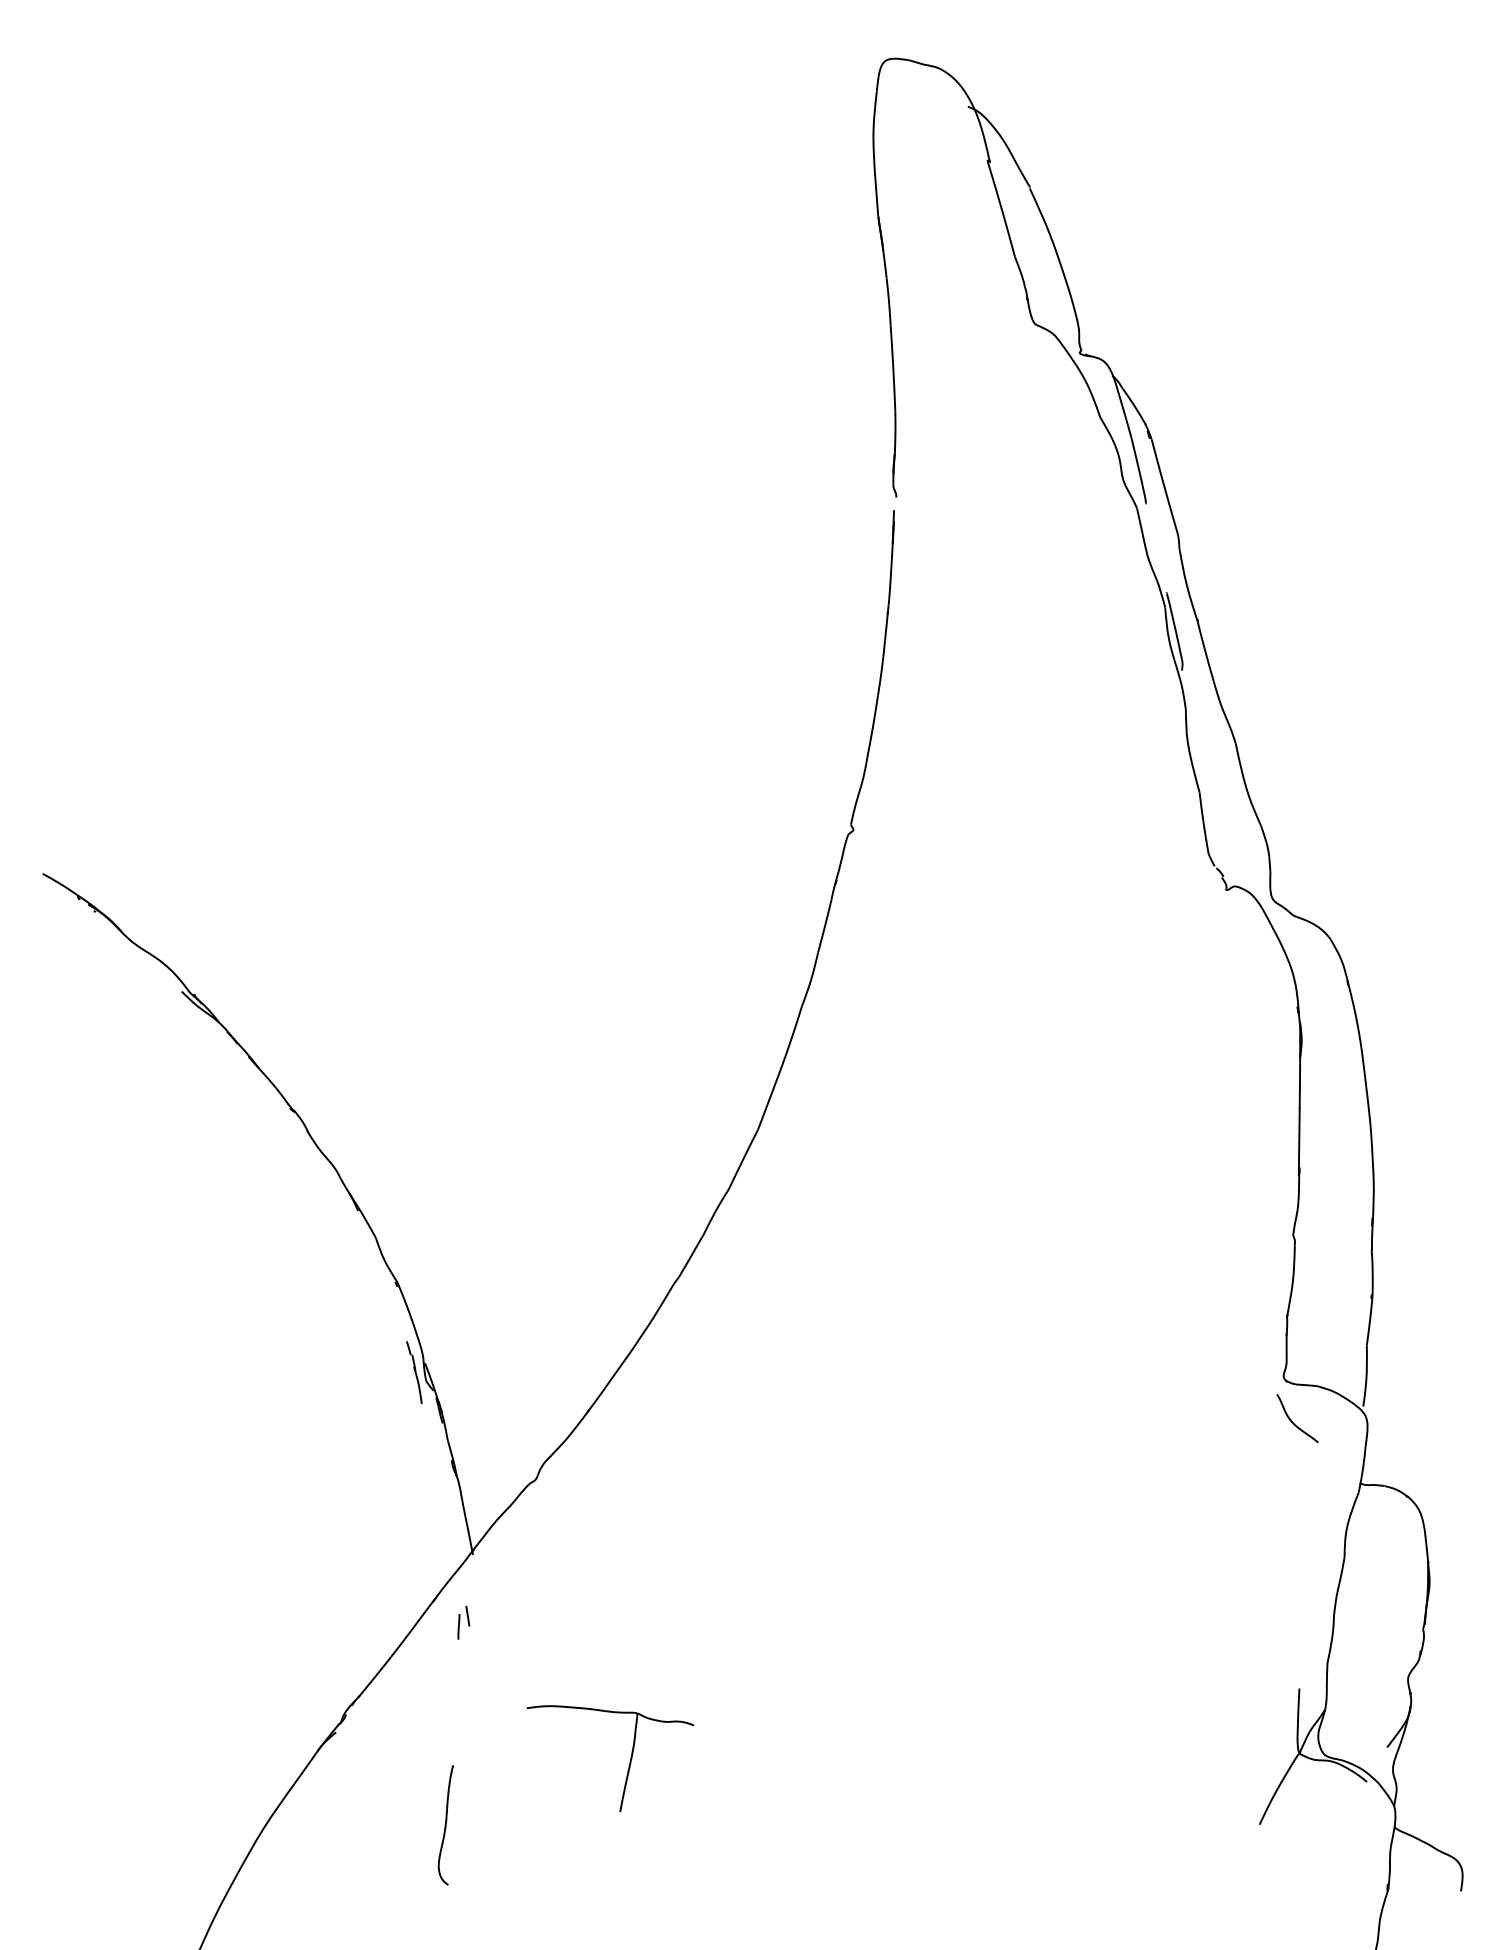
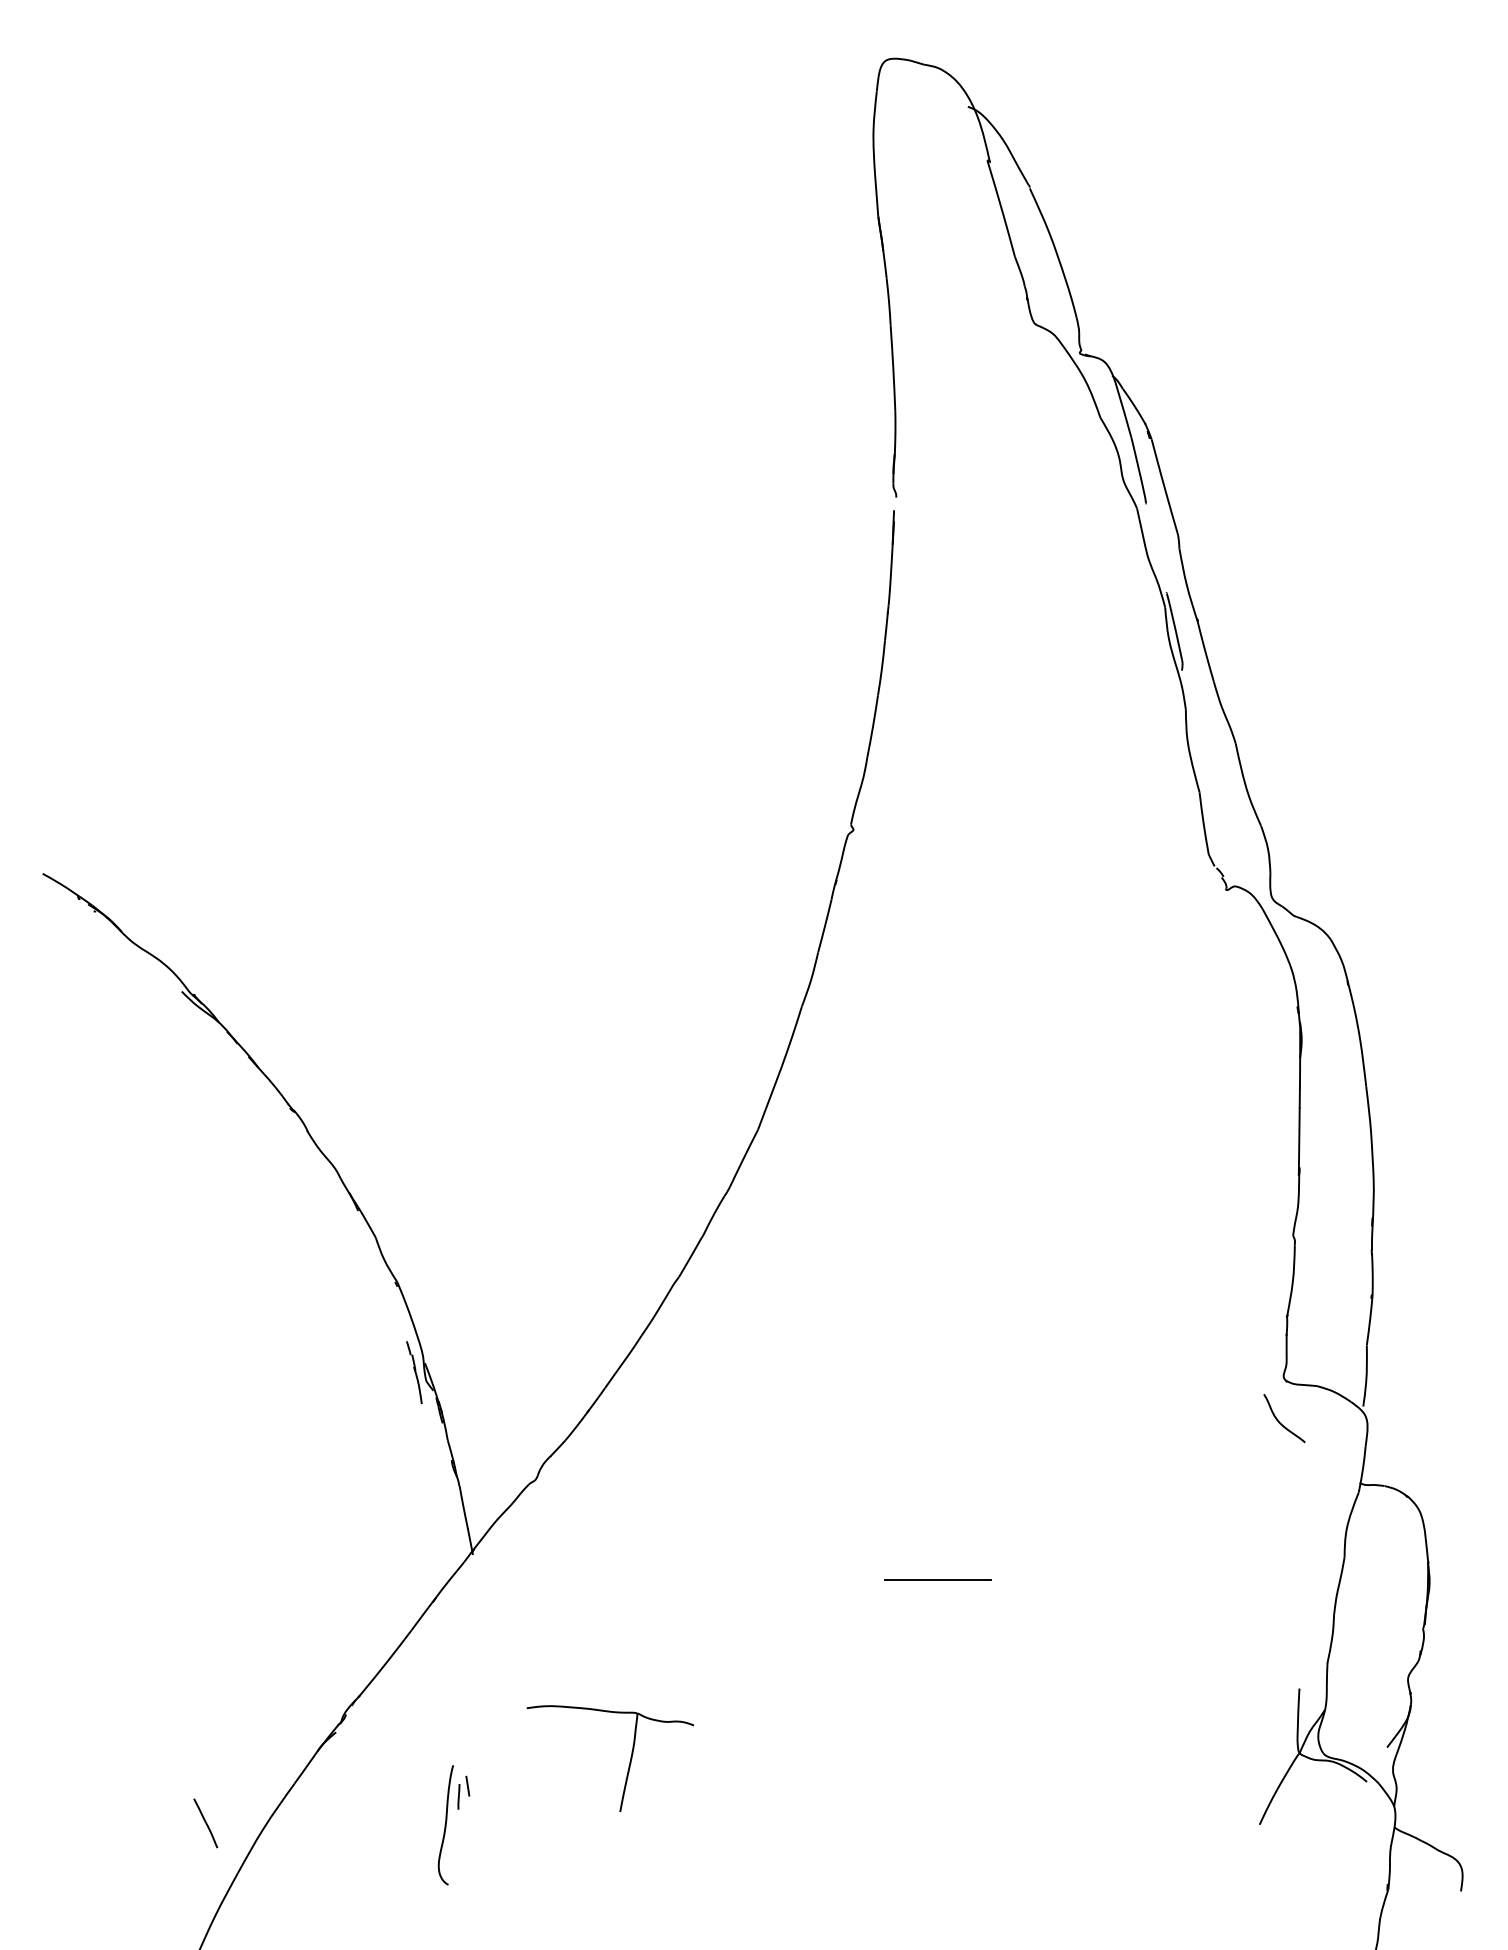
curve at (1293, 1422) position: (1293, 1422) -> (1280, 1422)
line at (937, 1580): none -> present
part at (463, 1622) position: (463, 1622) -> (463, 1792)
line at (205, 1823): none -> present
